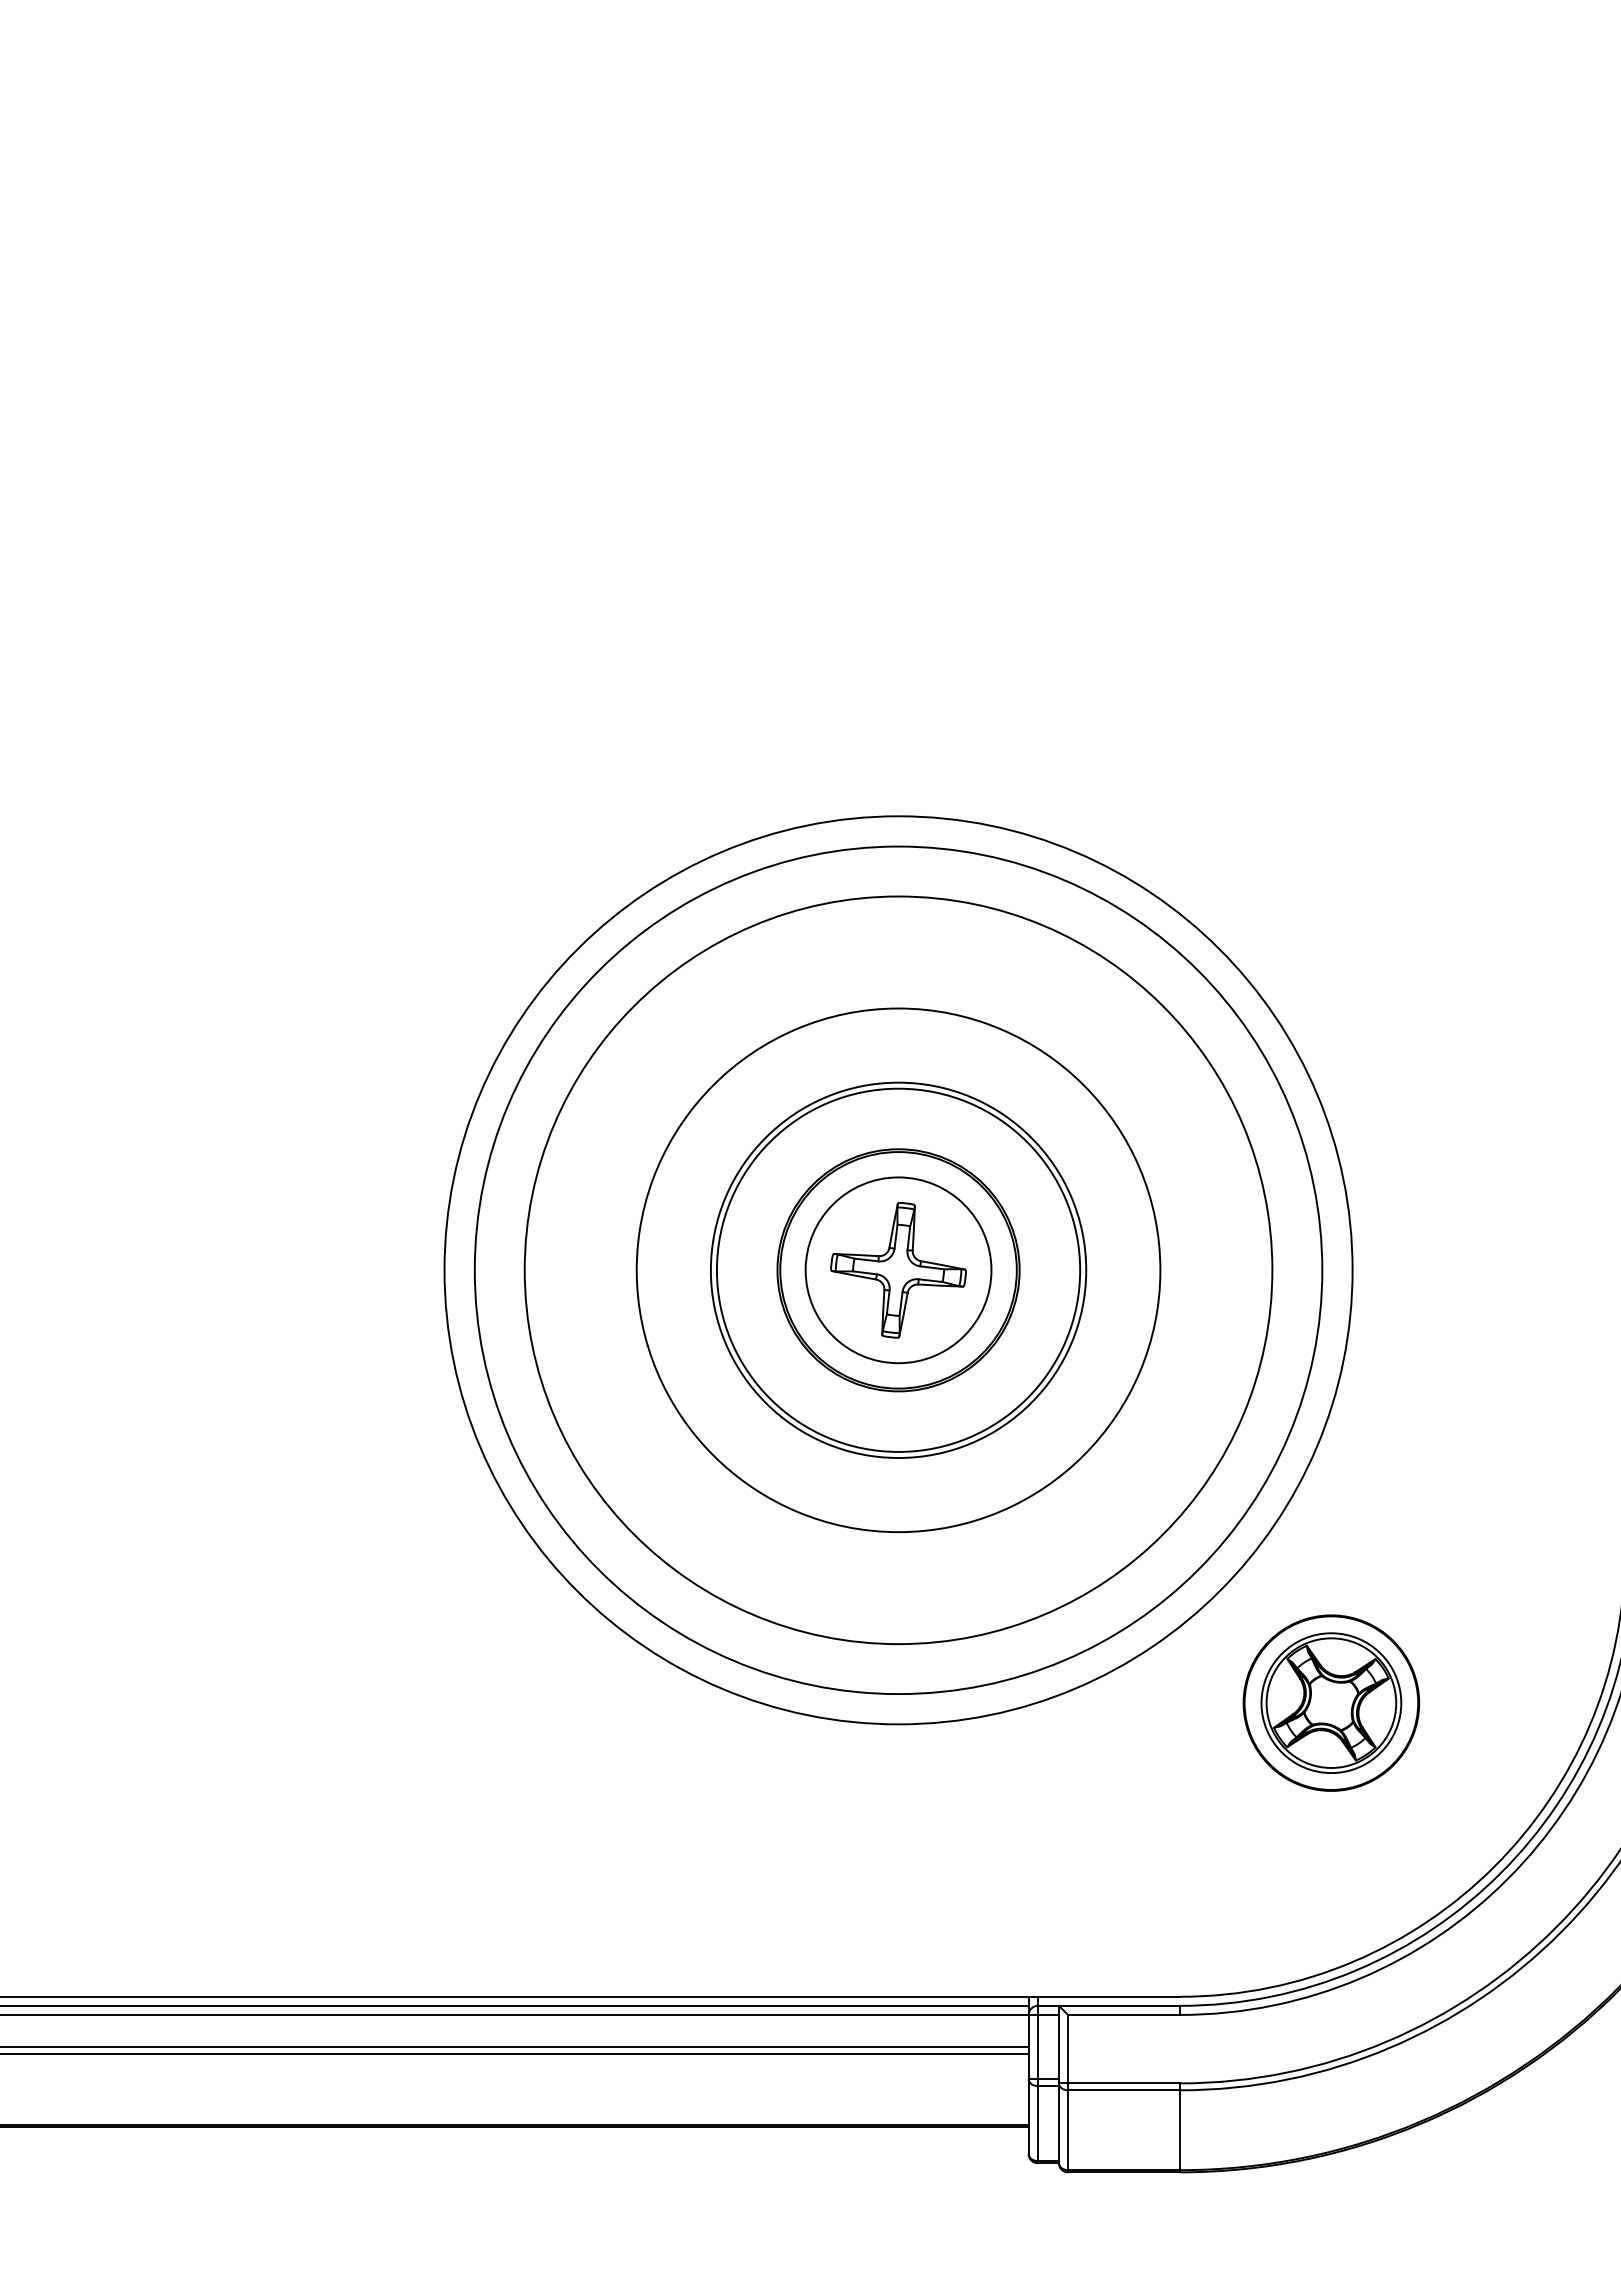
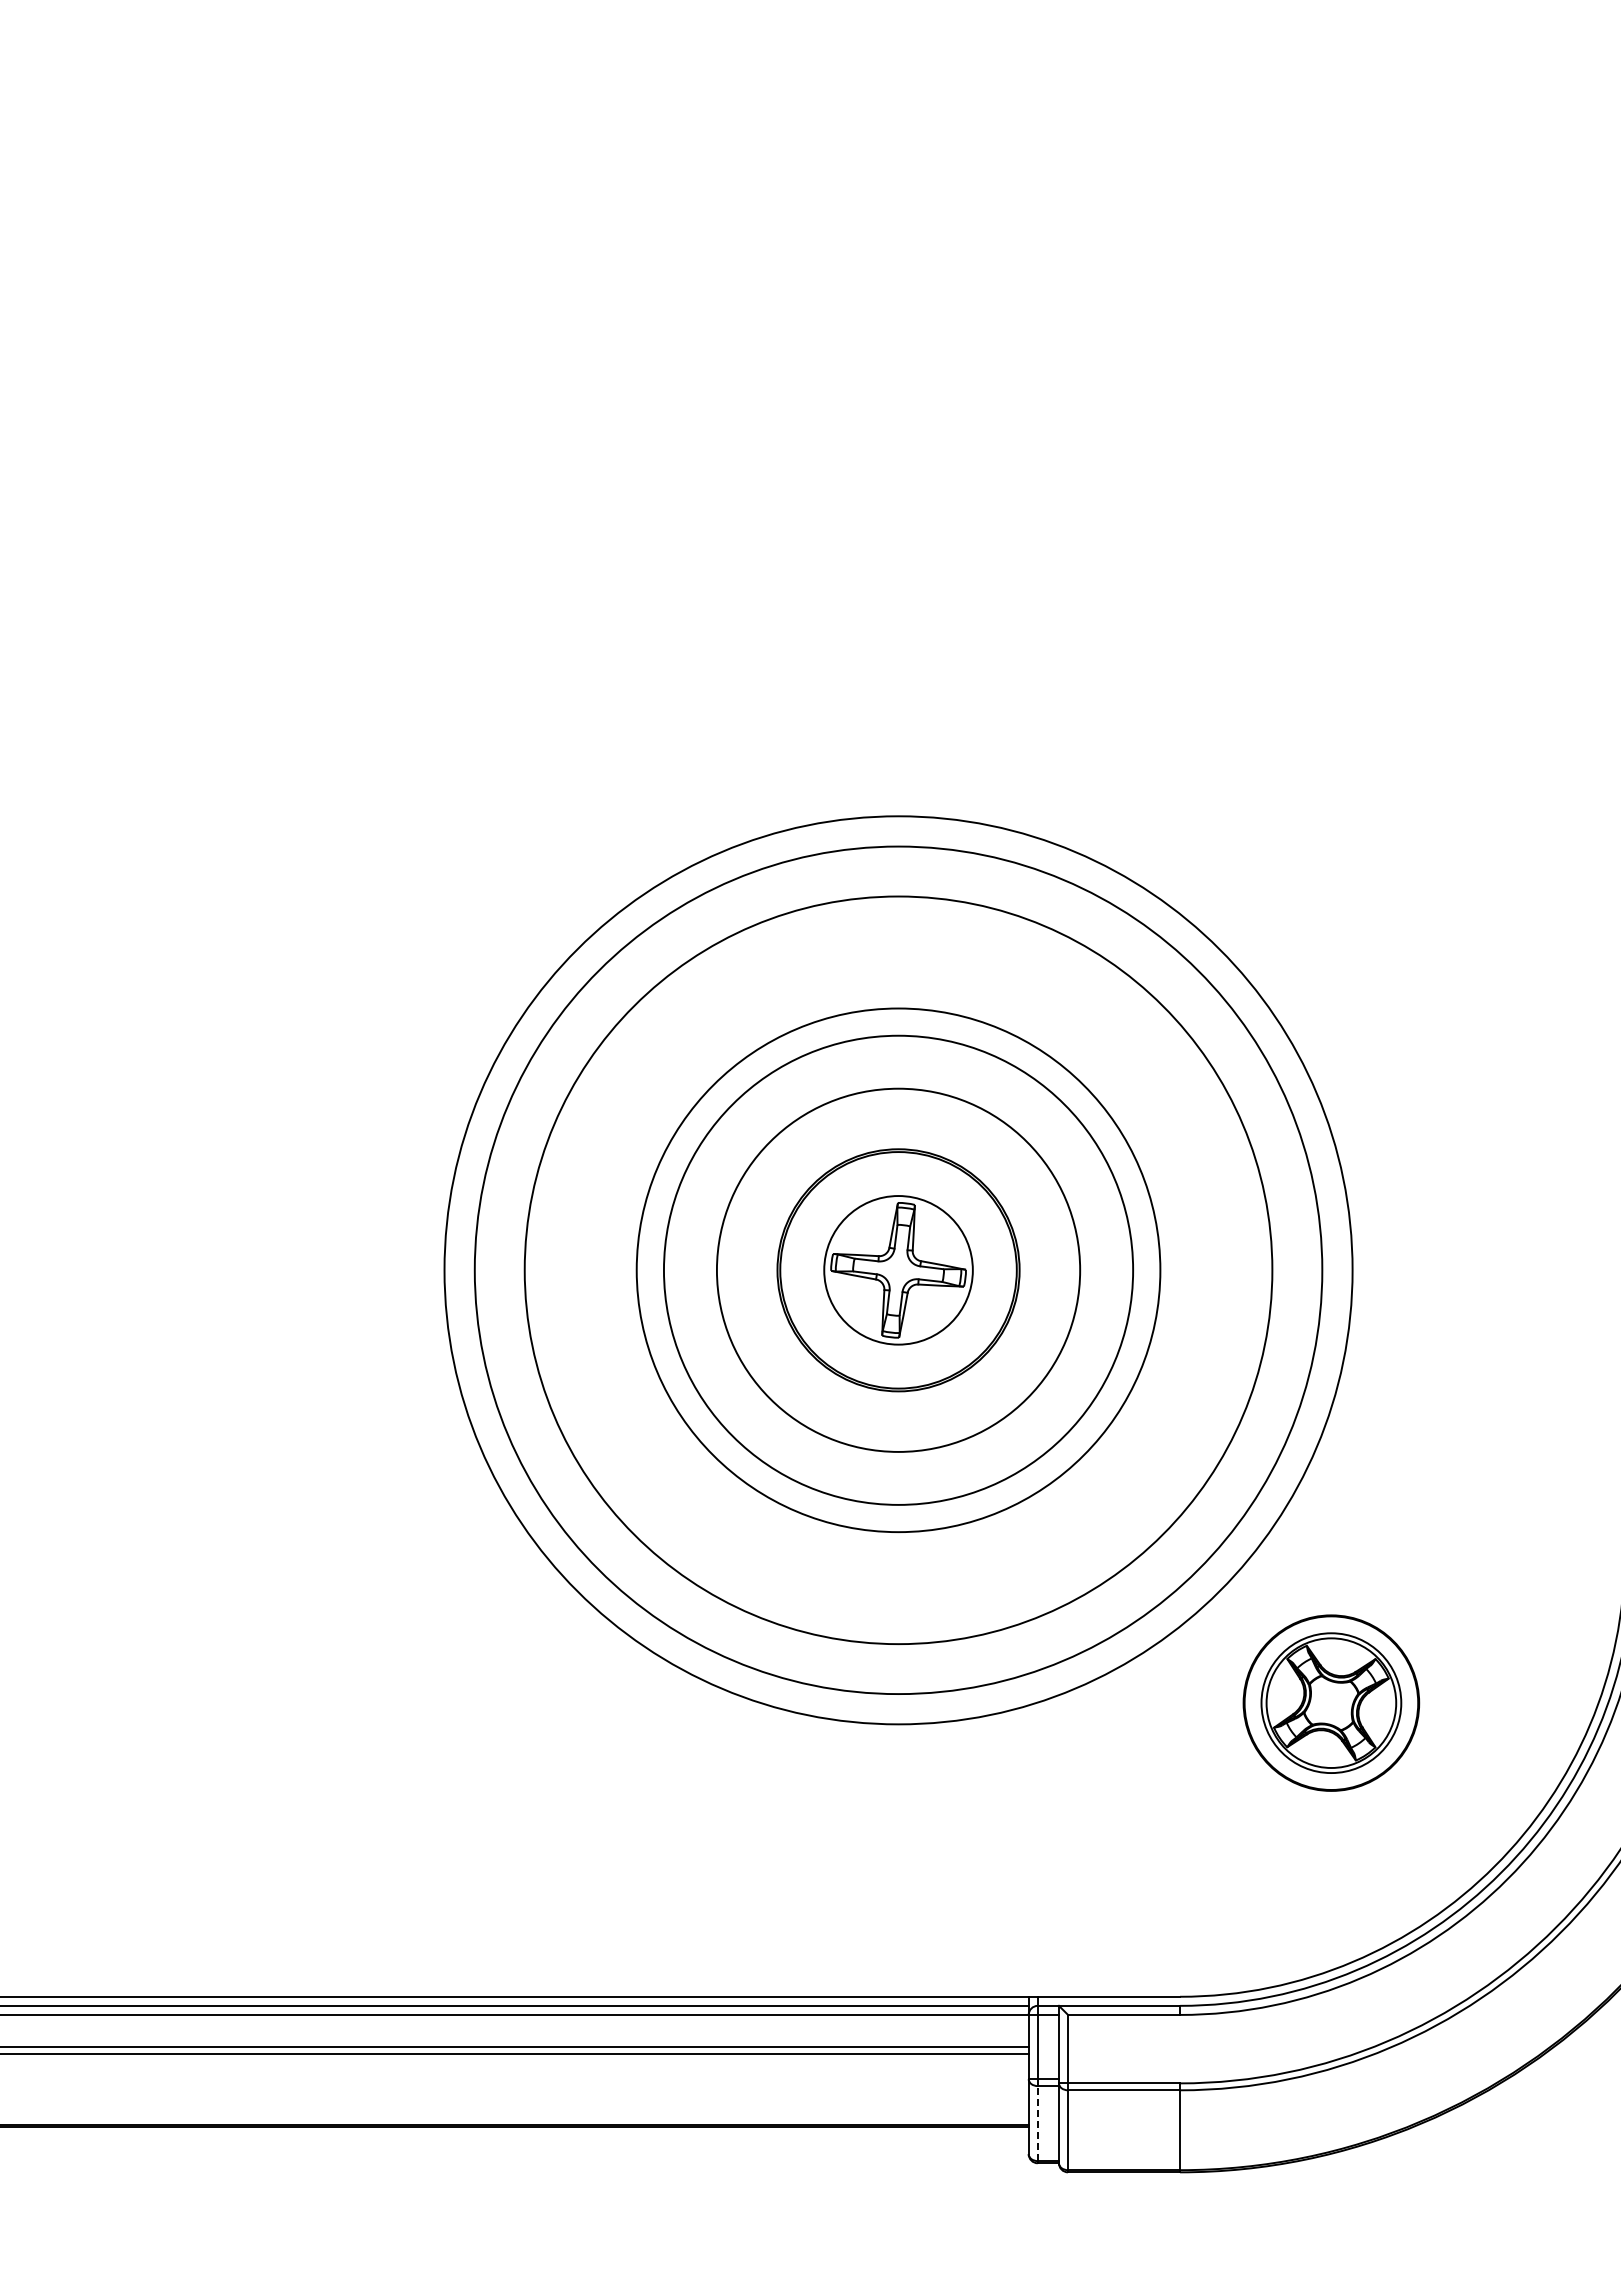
circle at (898, 1270) diameter: 186 px -> 149 px
circle at (898, 1270) diameter: 375 px -> 469 px
line at (1037, 2123): solid -> dashed
